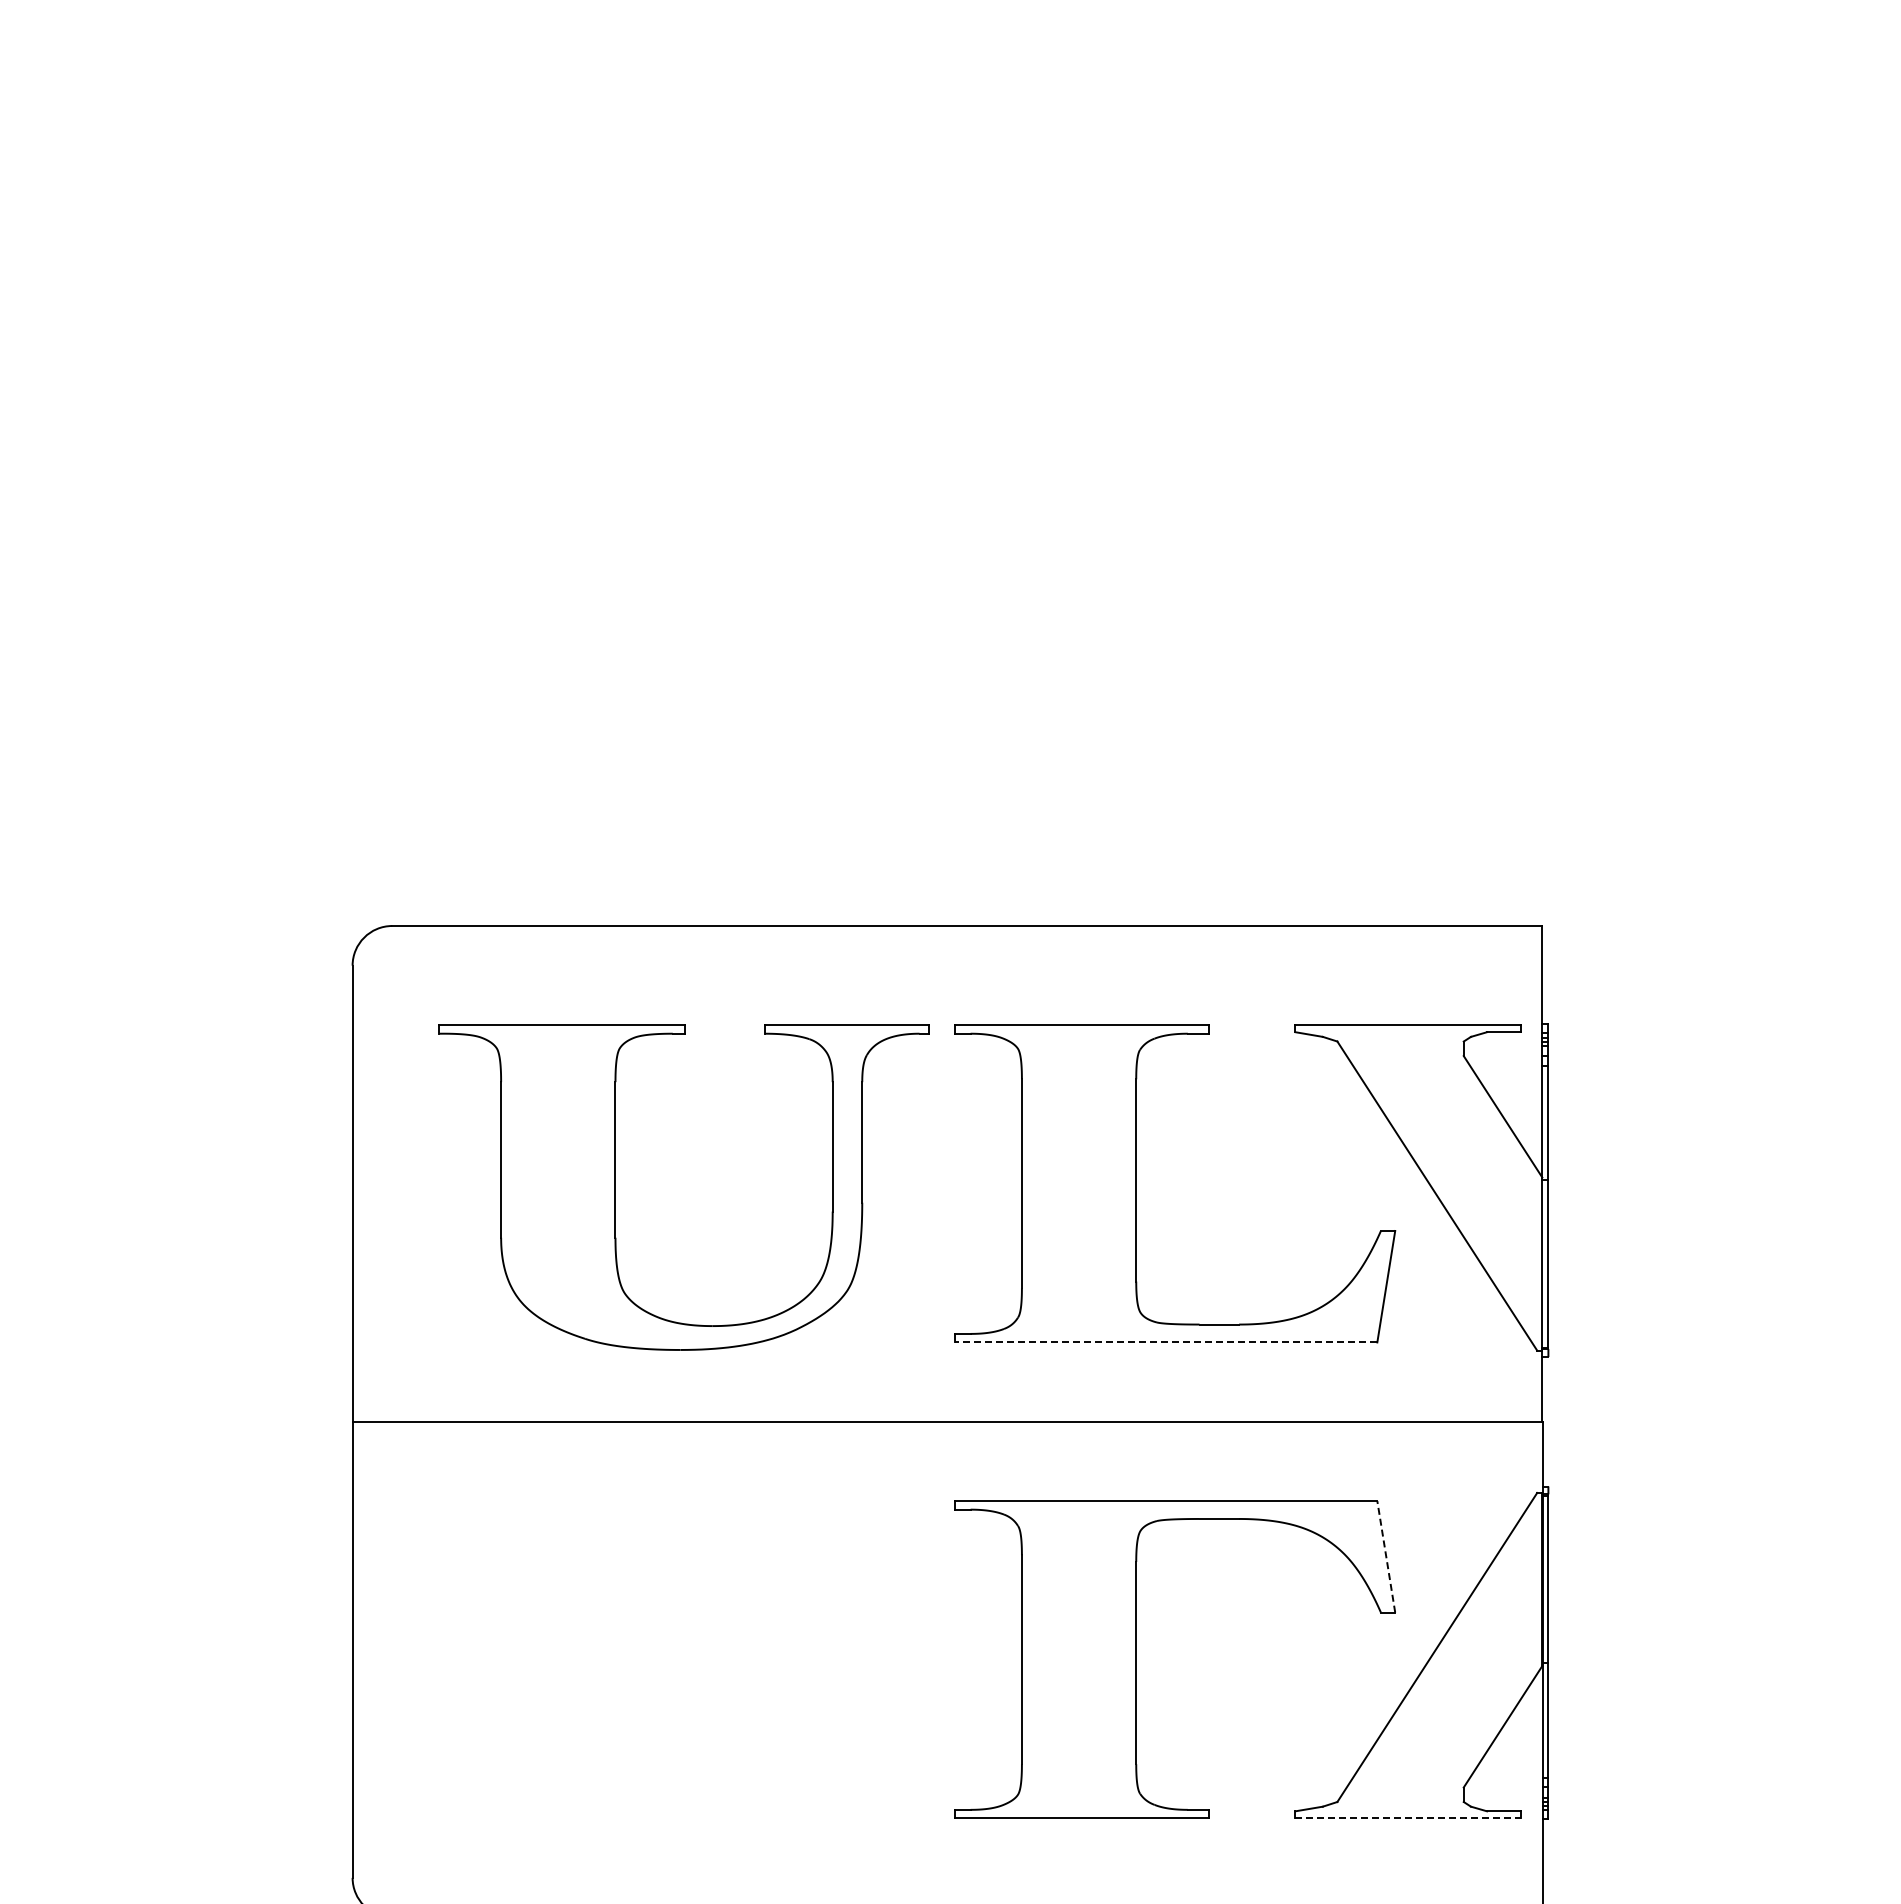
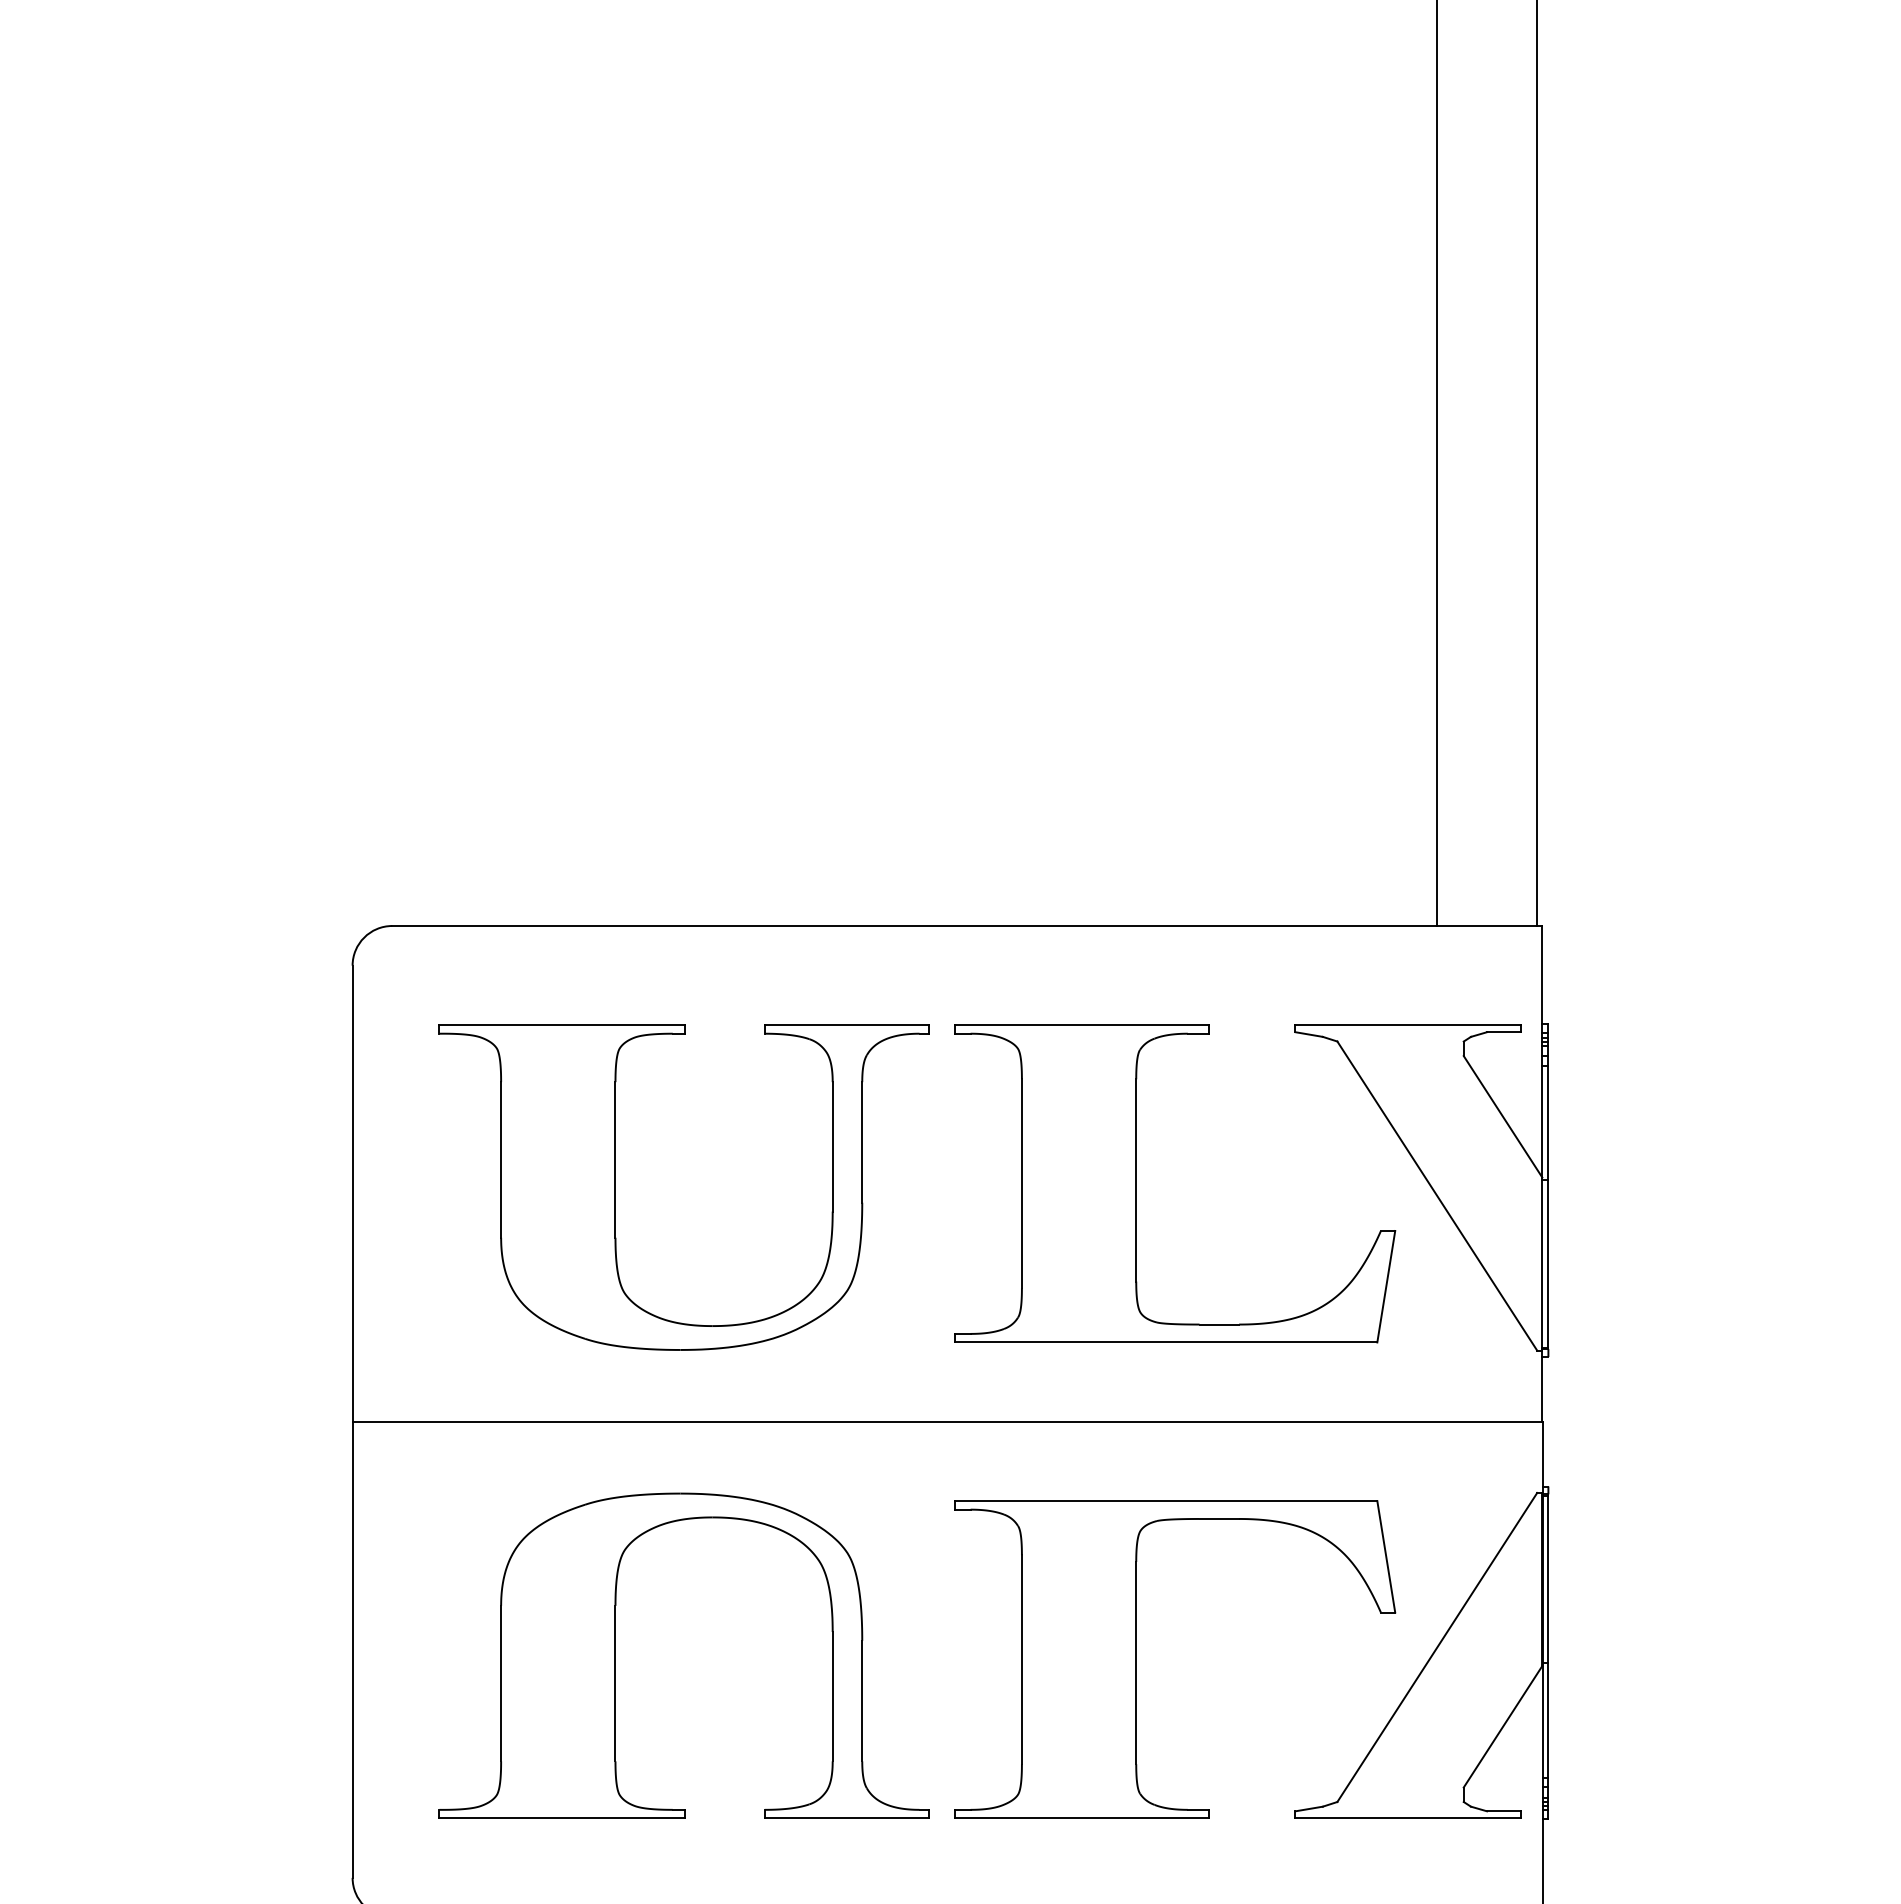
line at (1437, 464): none -> present
line at (1536, 464): none -> present
line at (1165, 1342): dashed -> solid
line at (1386, 1556): dashed -> solid
part at (615, 1655): none -> present
line at (1408, 1818): dashed -> solid
